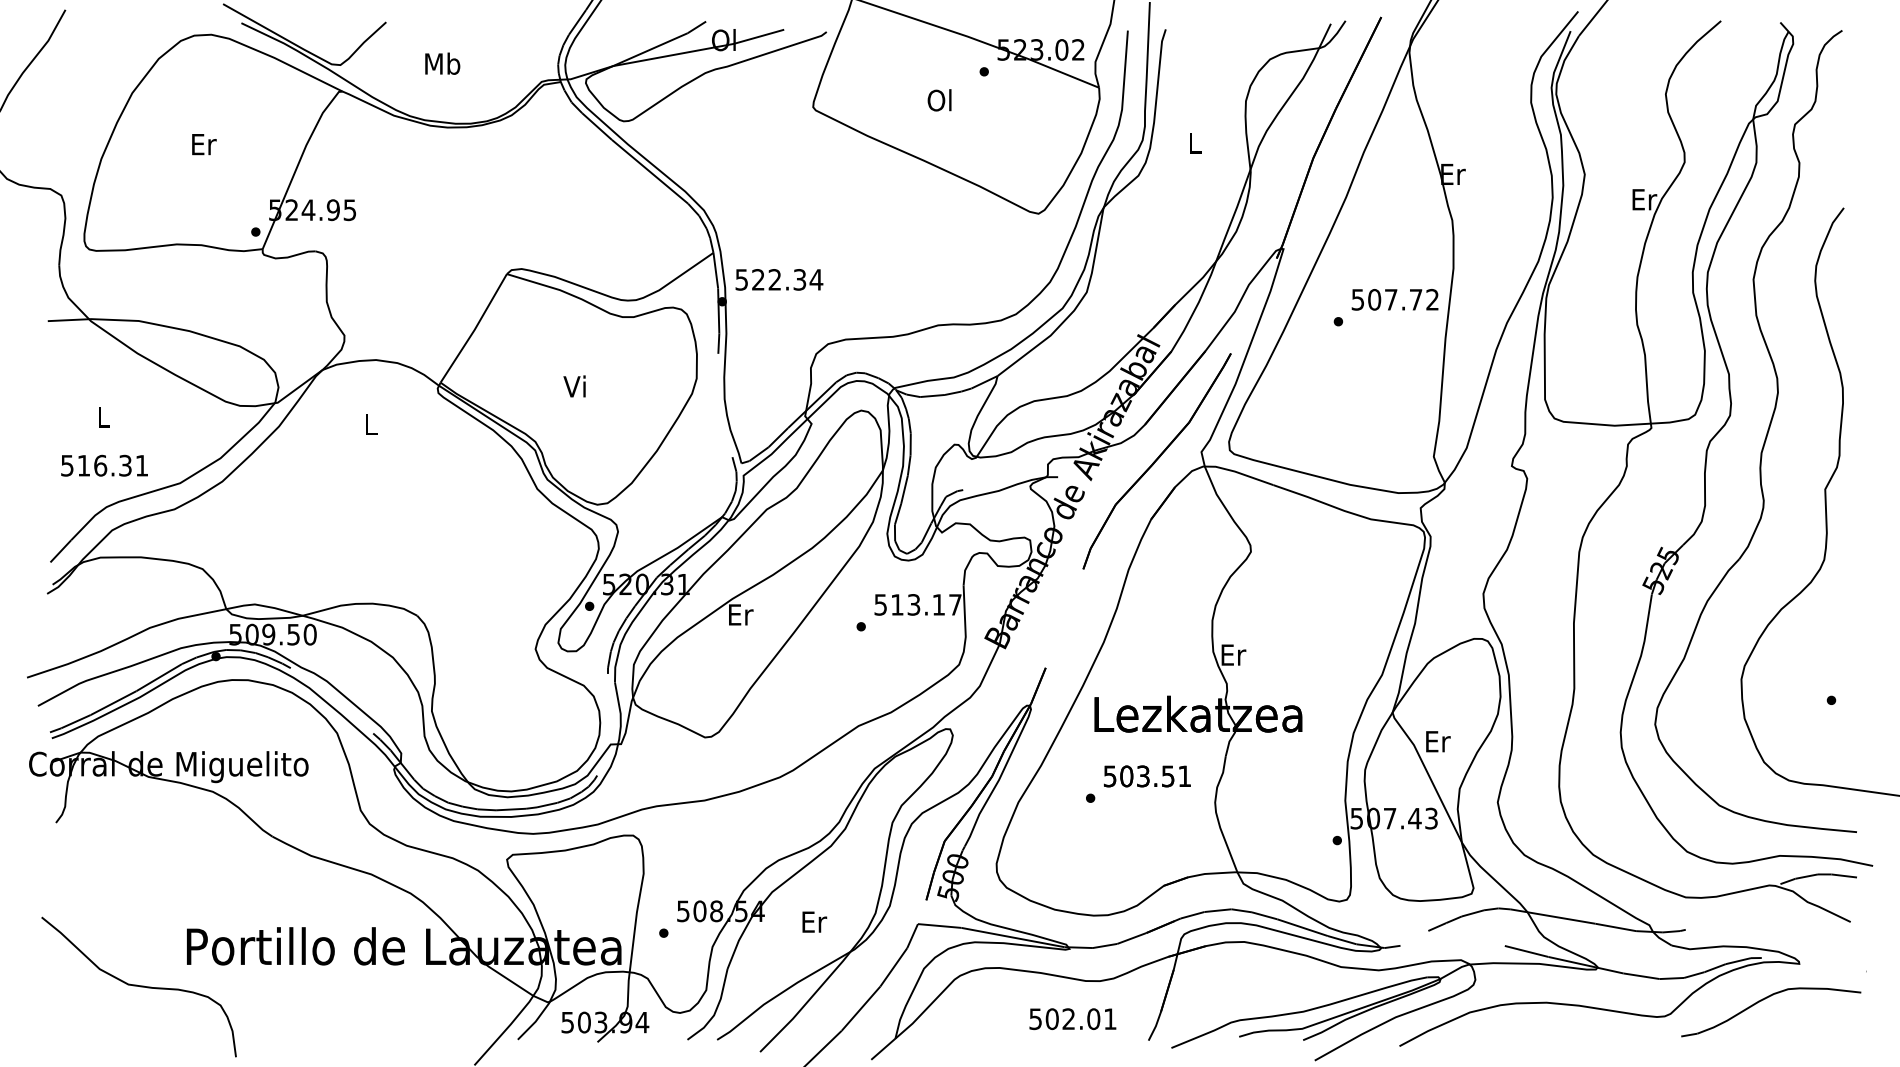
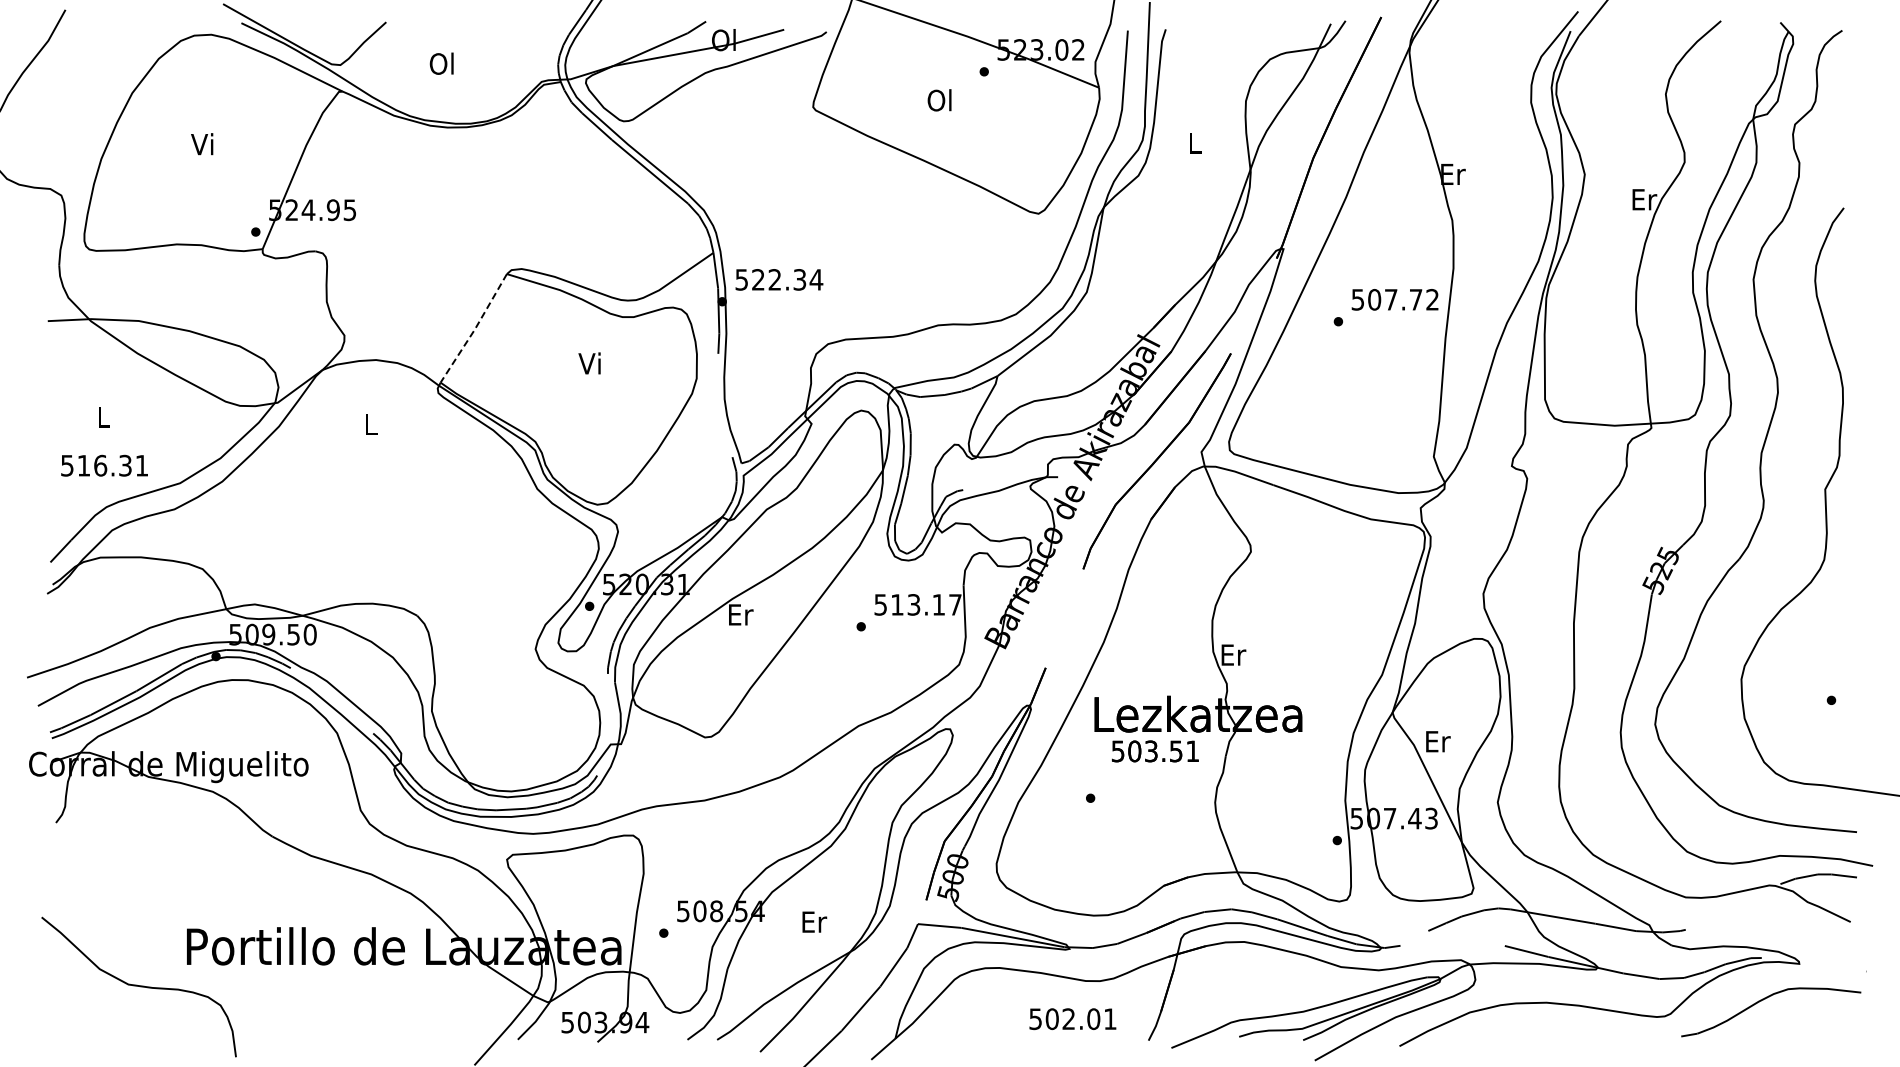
text at (442, 63): Mb -> Ol
text at (203, 144): Er -> Vi
line at (474, 329): solid -> dashed
text at (574, 386) position: (574, 386) -> (589, 363)
text at (1147, 776) position: (1147, 776) -> (1155, 751)
